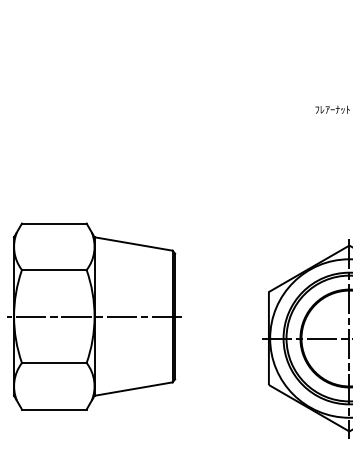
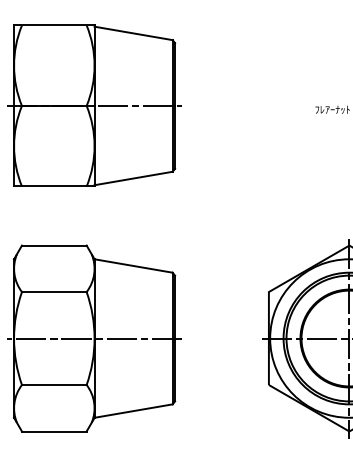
part at (94, 105): none -> present
part at (94, 316) position: (94, 316) -> (94, 338)
